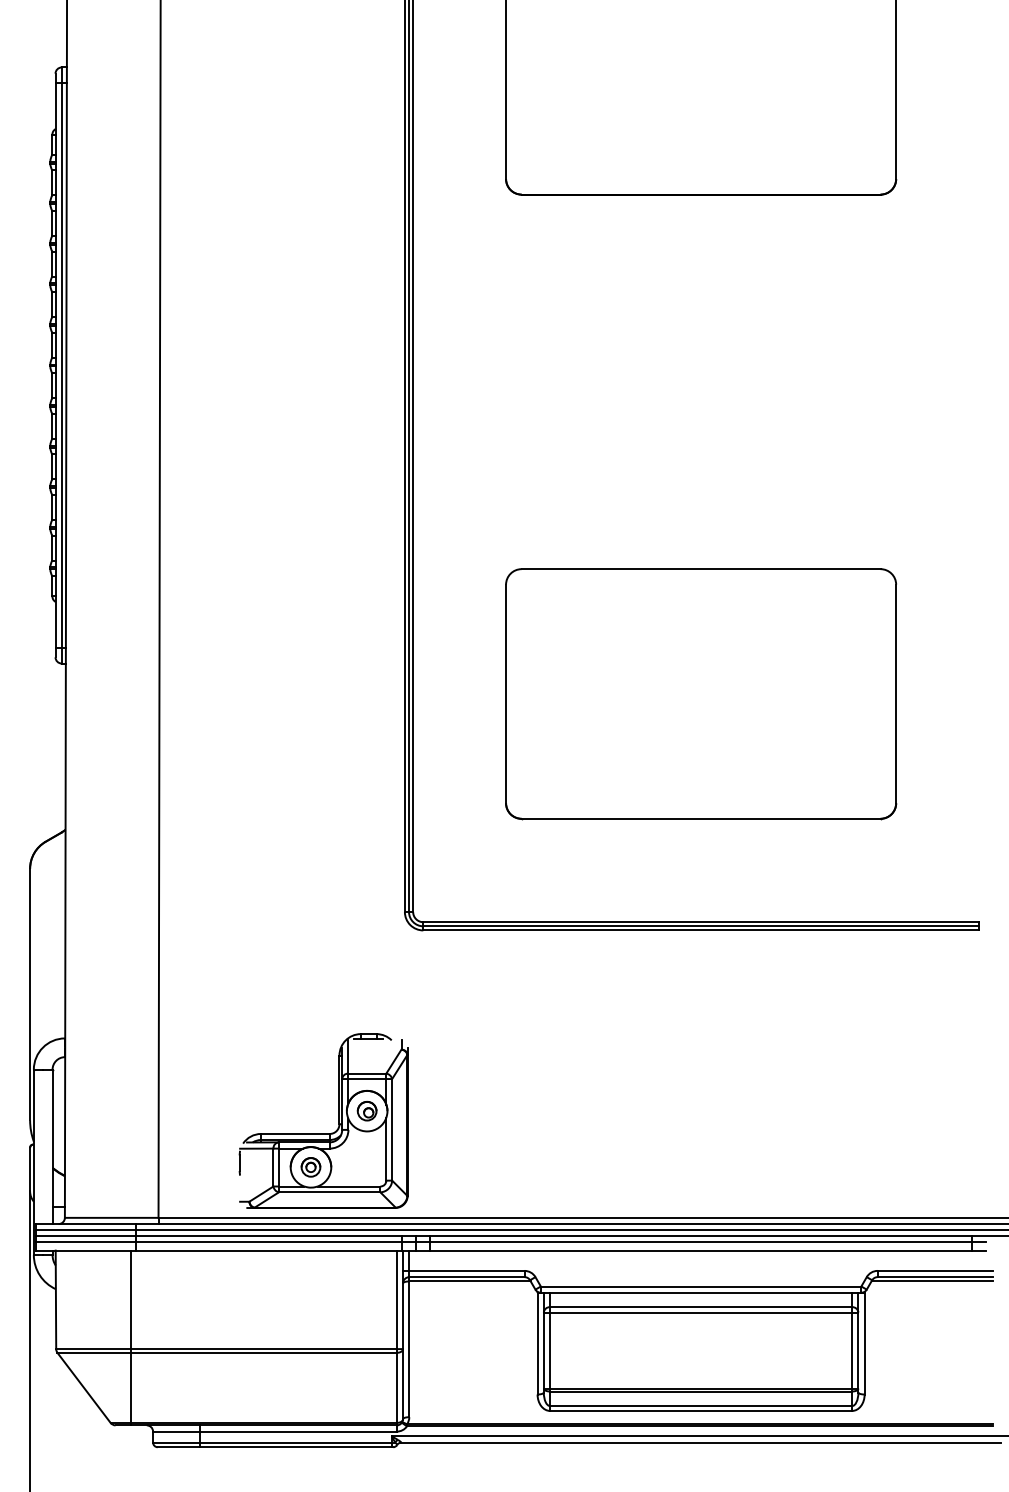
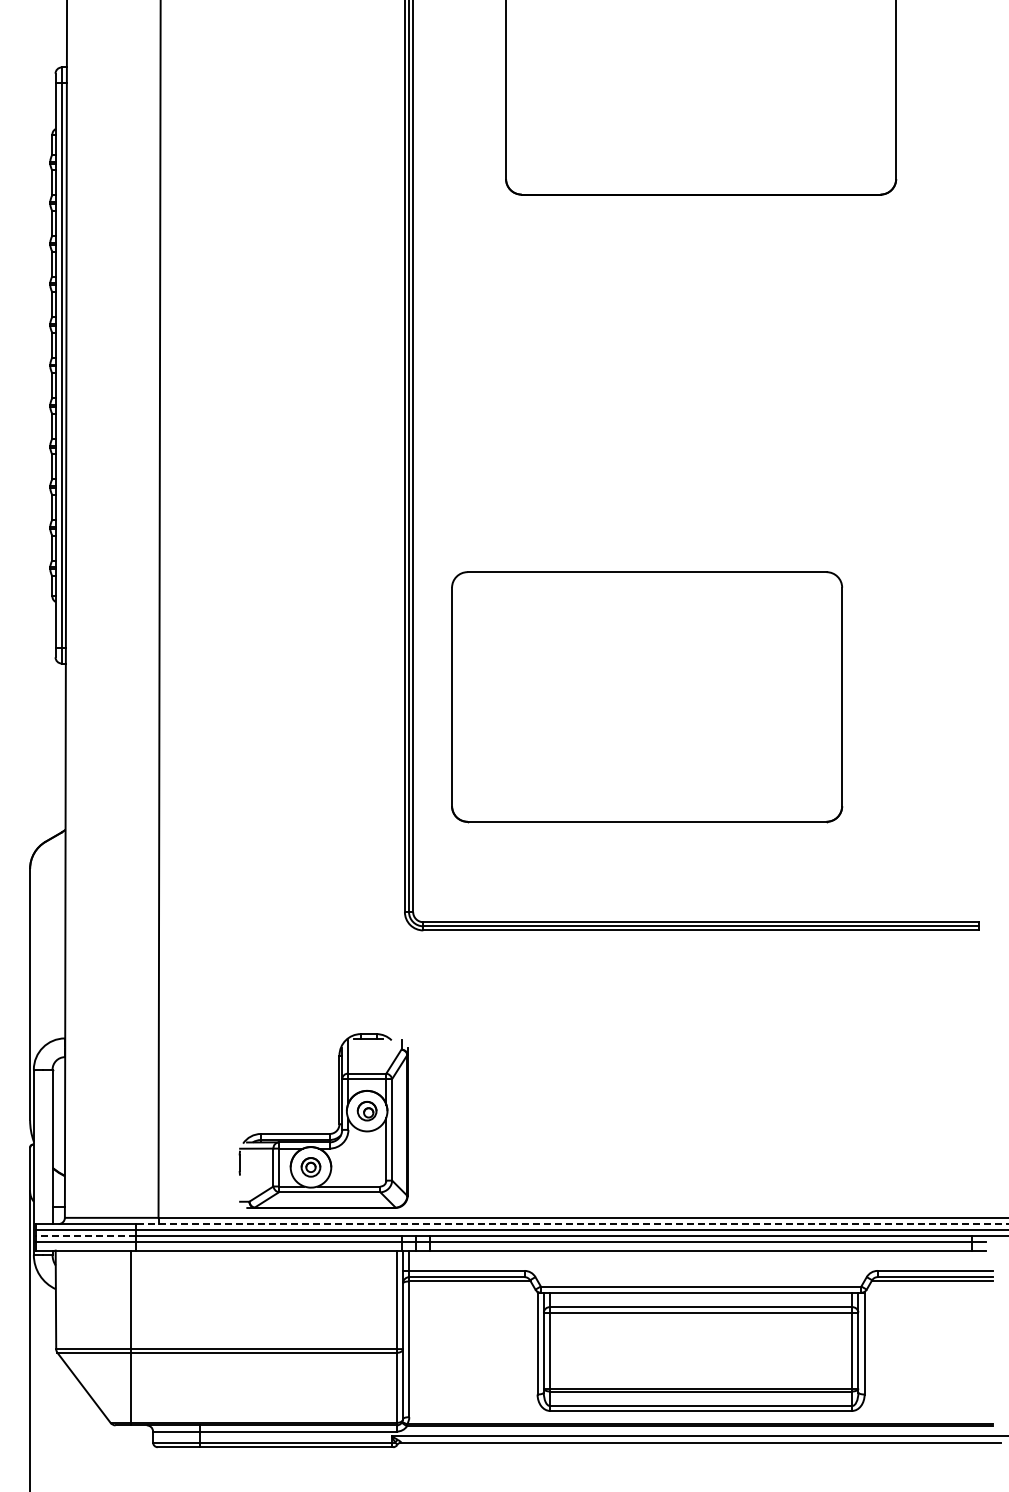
part at (701, 694) position: (701, 694) -> (647, 697)
line at (572, 1224): solid -> dashed
line at (86, 1235): solid -> dashed
